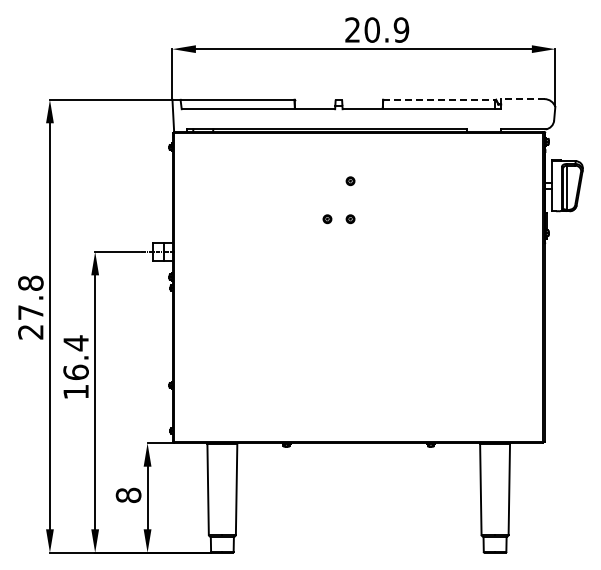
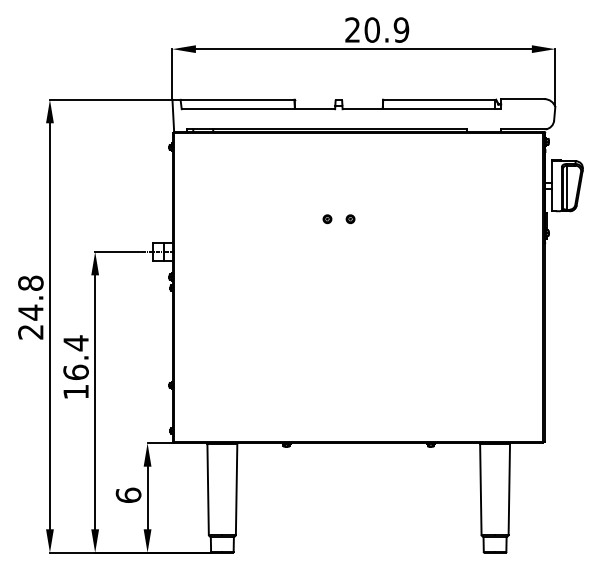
line at (439, 99): dashed -> solid
line at (522, 99): dashed -> solid
part at (350, 181): present -> none
text at (30, 312): 27.8 -> 24.8
text at (128, 494): 8 -> 6
